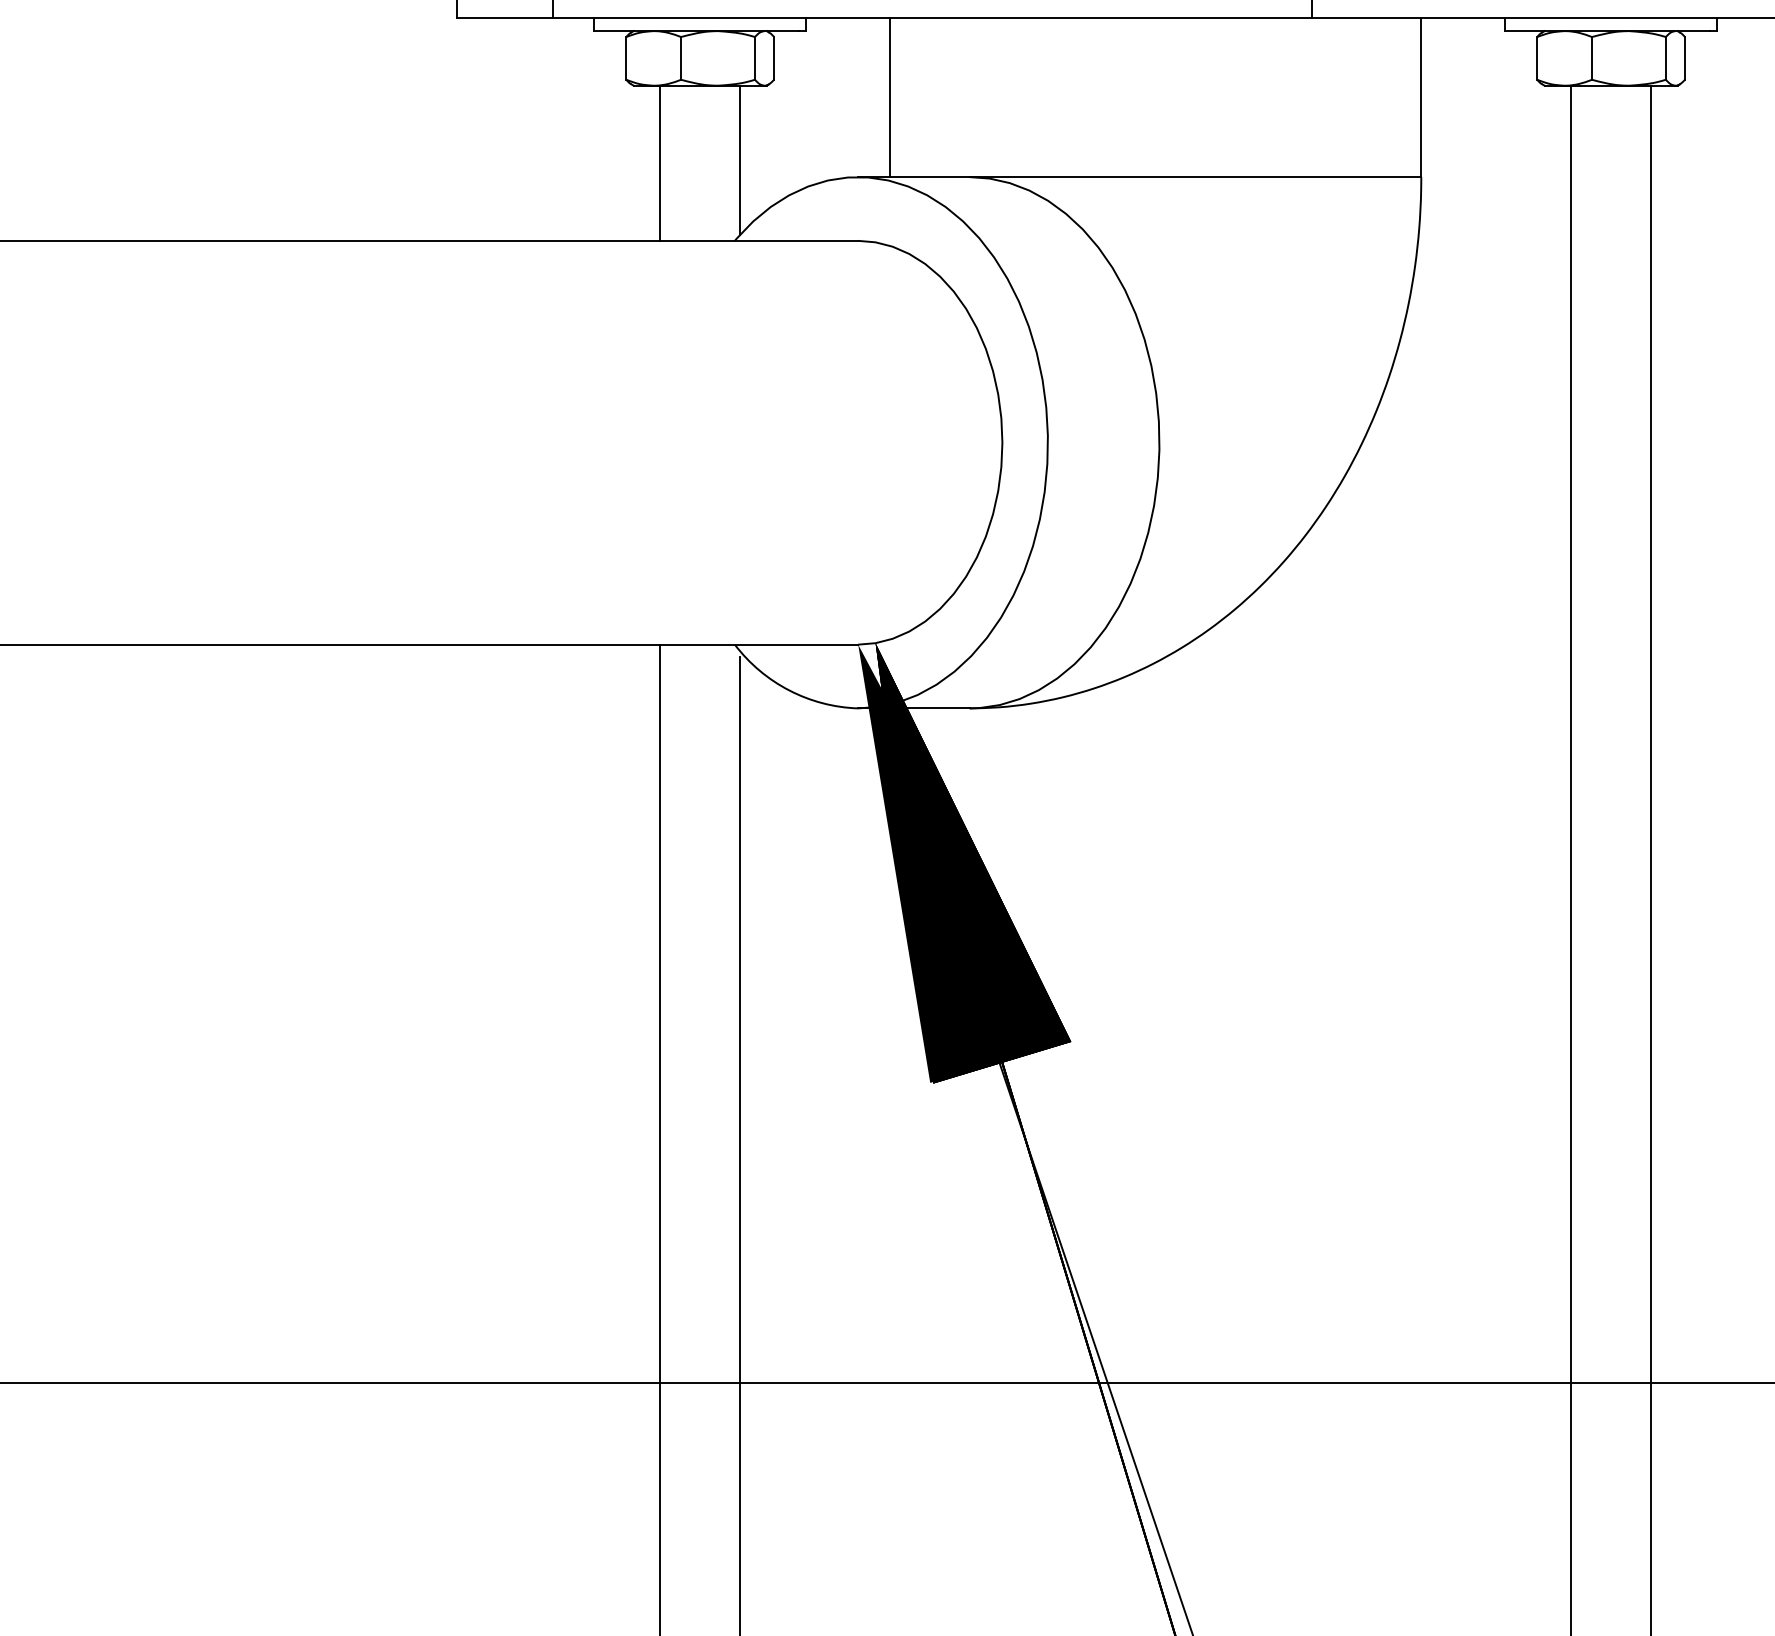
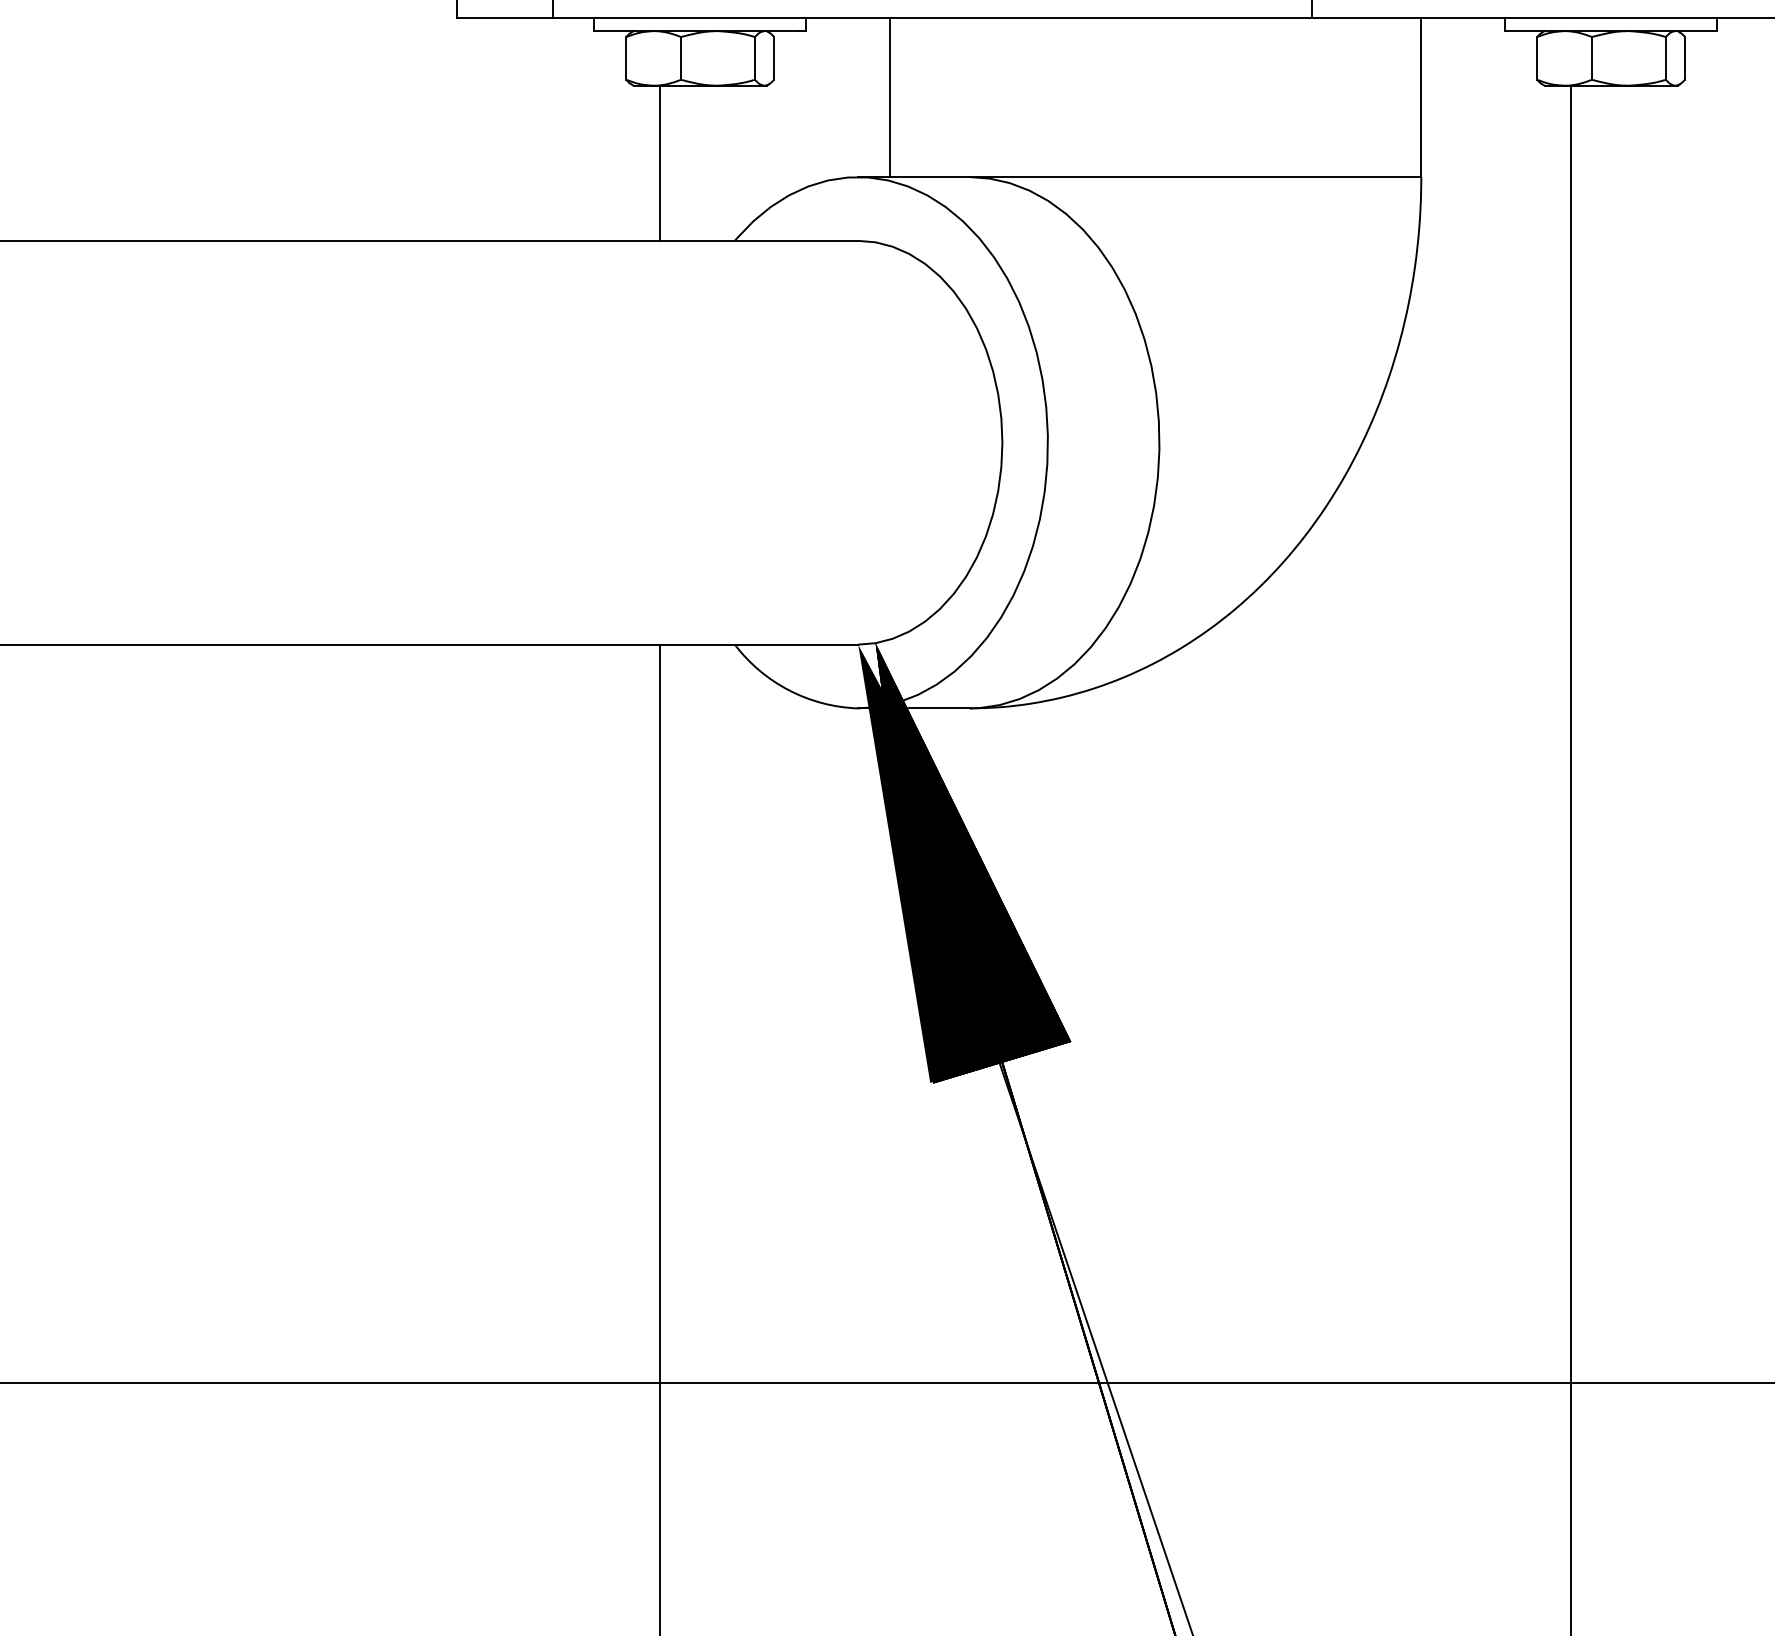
line at (740, 159): present -> none
line at (1650, 858): present -> none
line at (740, 1144): present -> none
